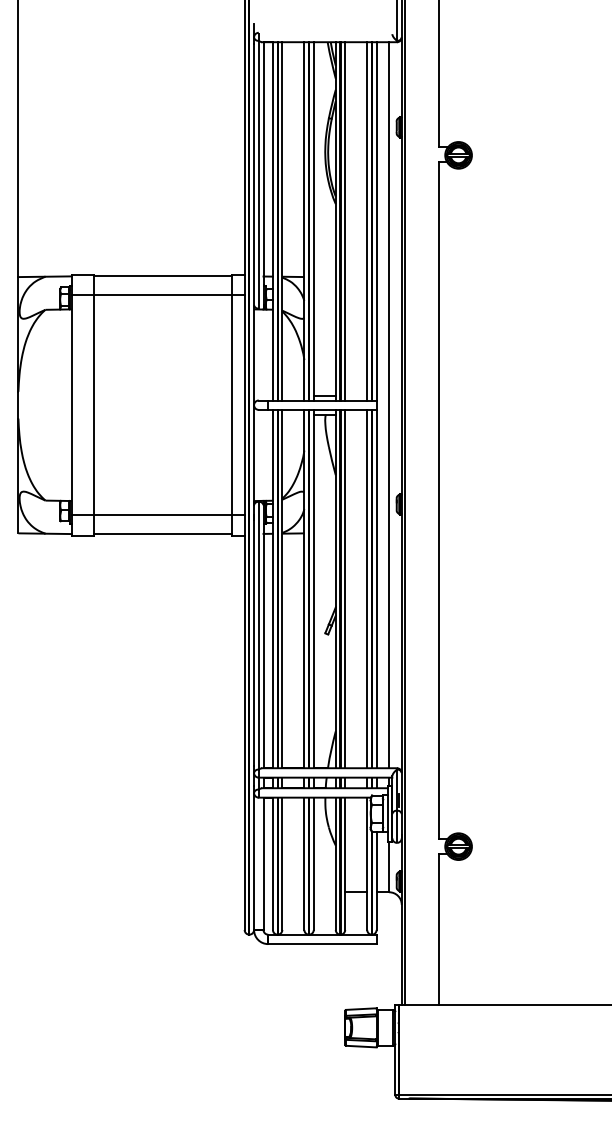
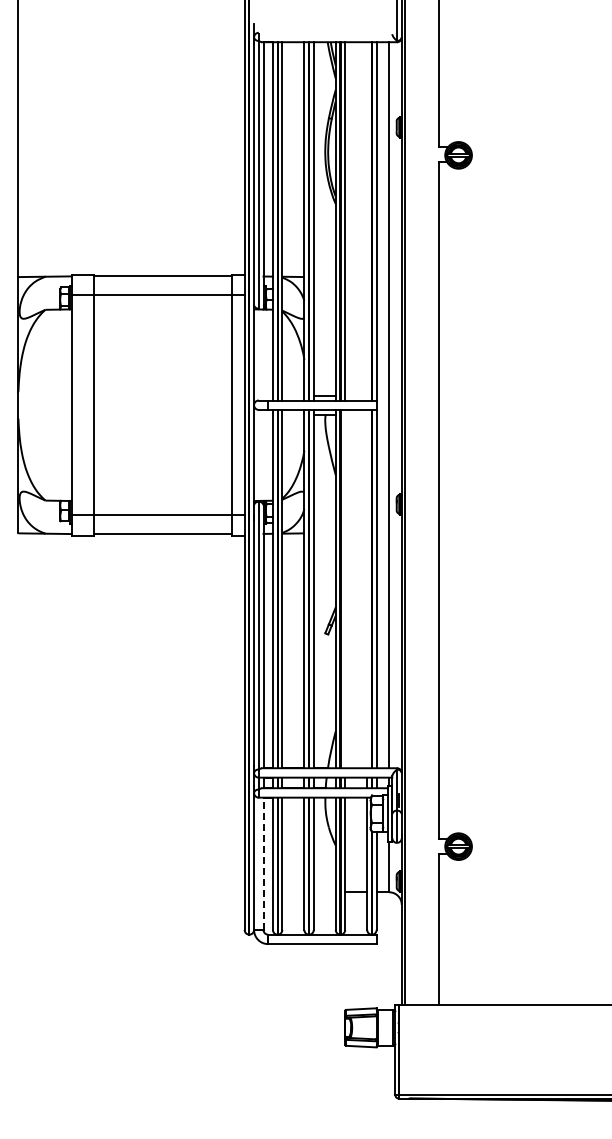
line at (367, 221): present -> none
line at (345, 588): present -> none
line at (367, 588): present -> none
line at (263, 863): solid -> dashed
